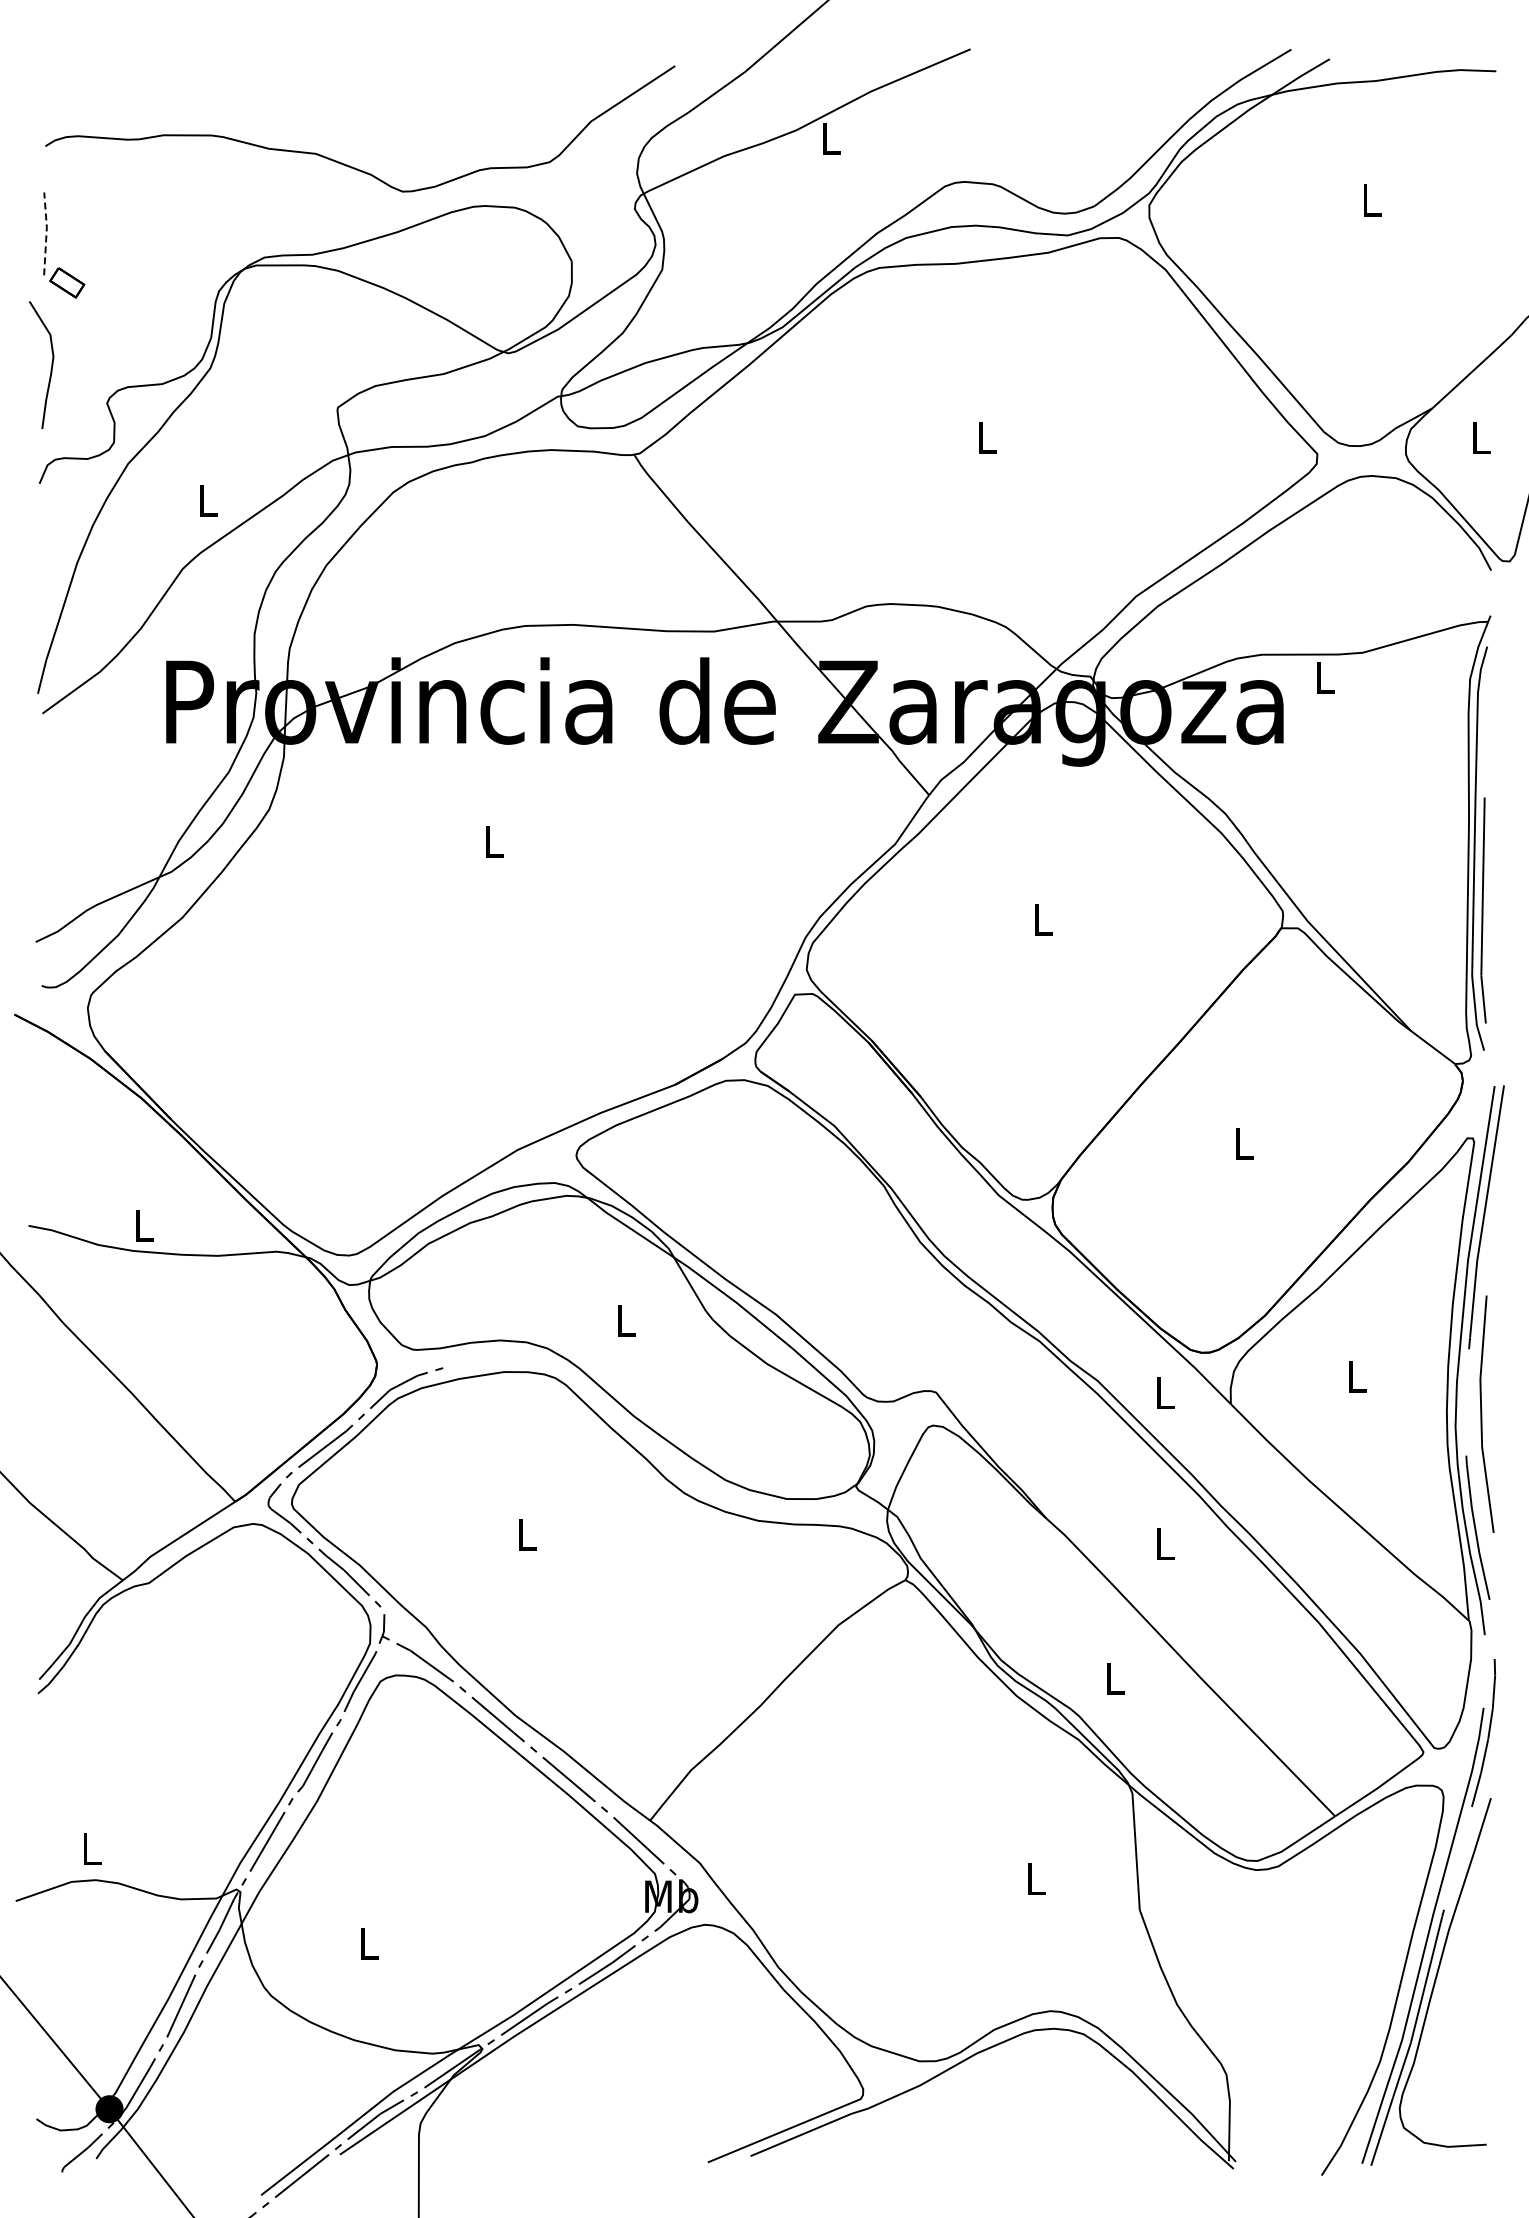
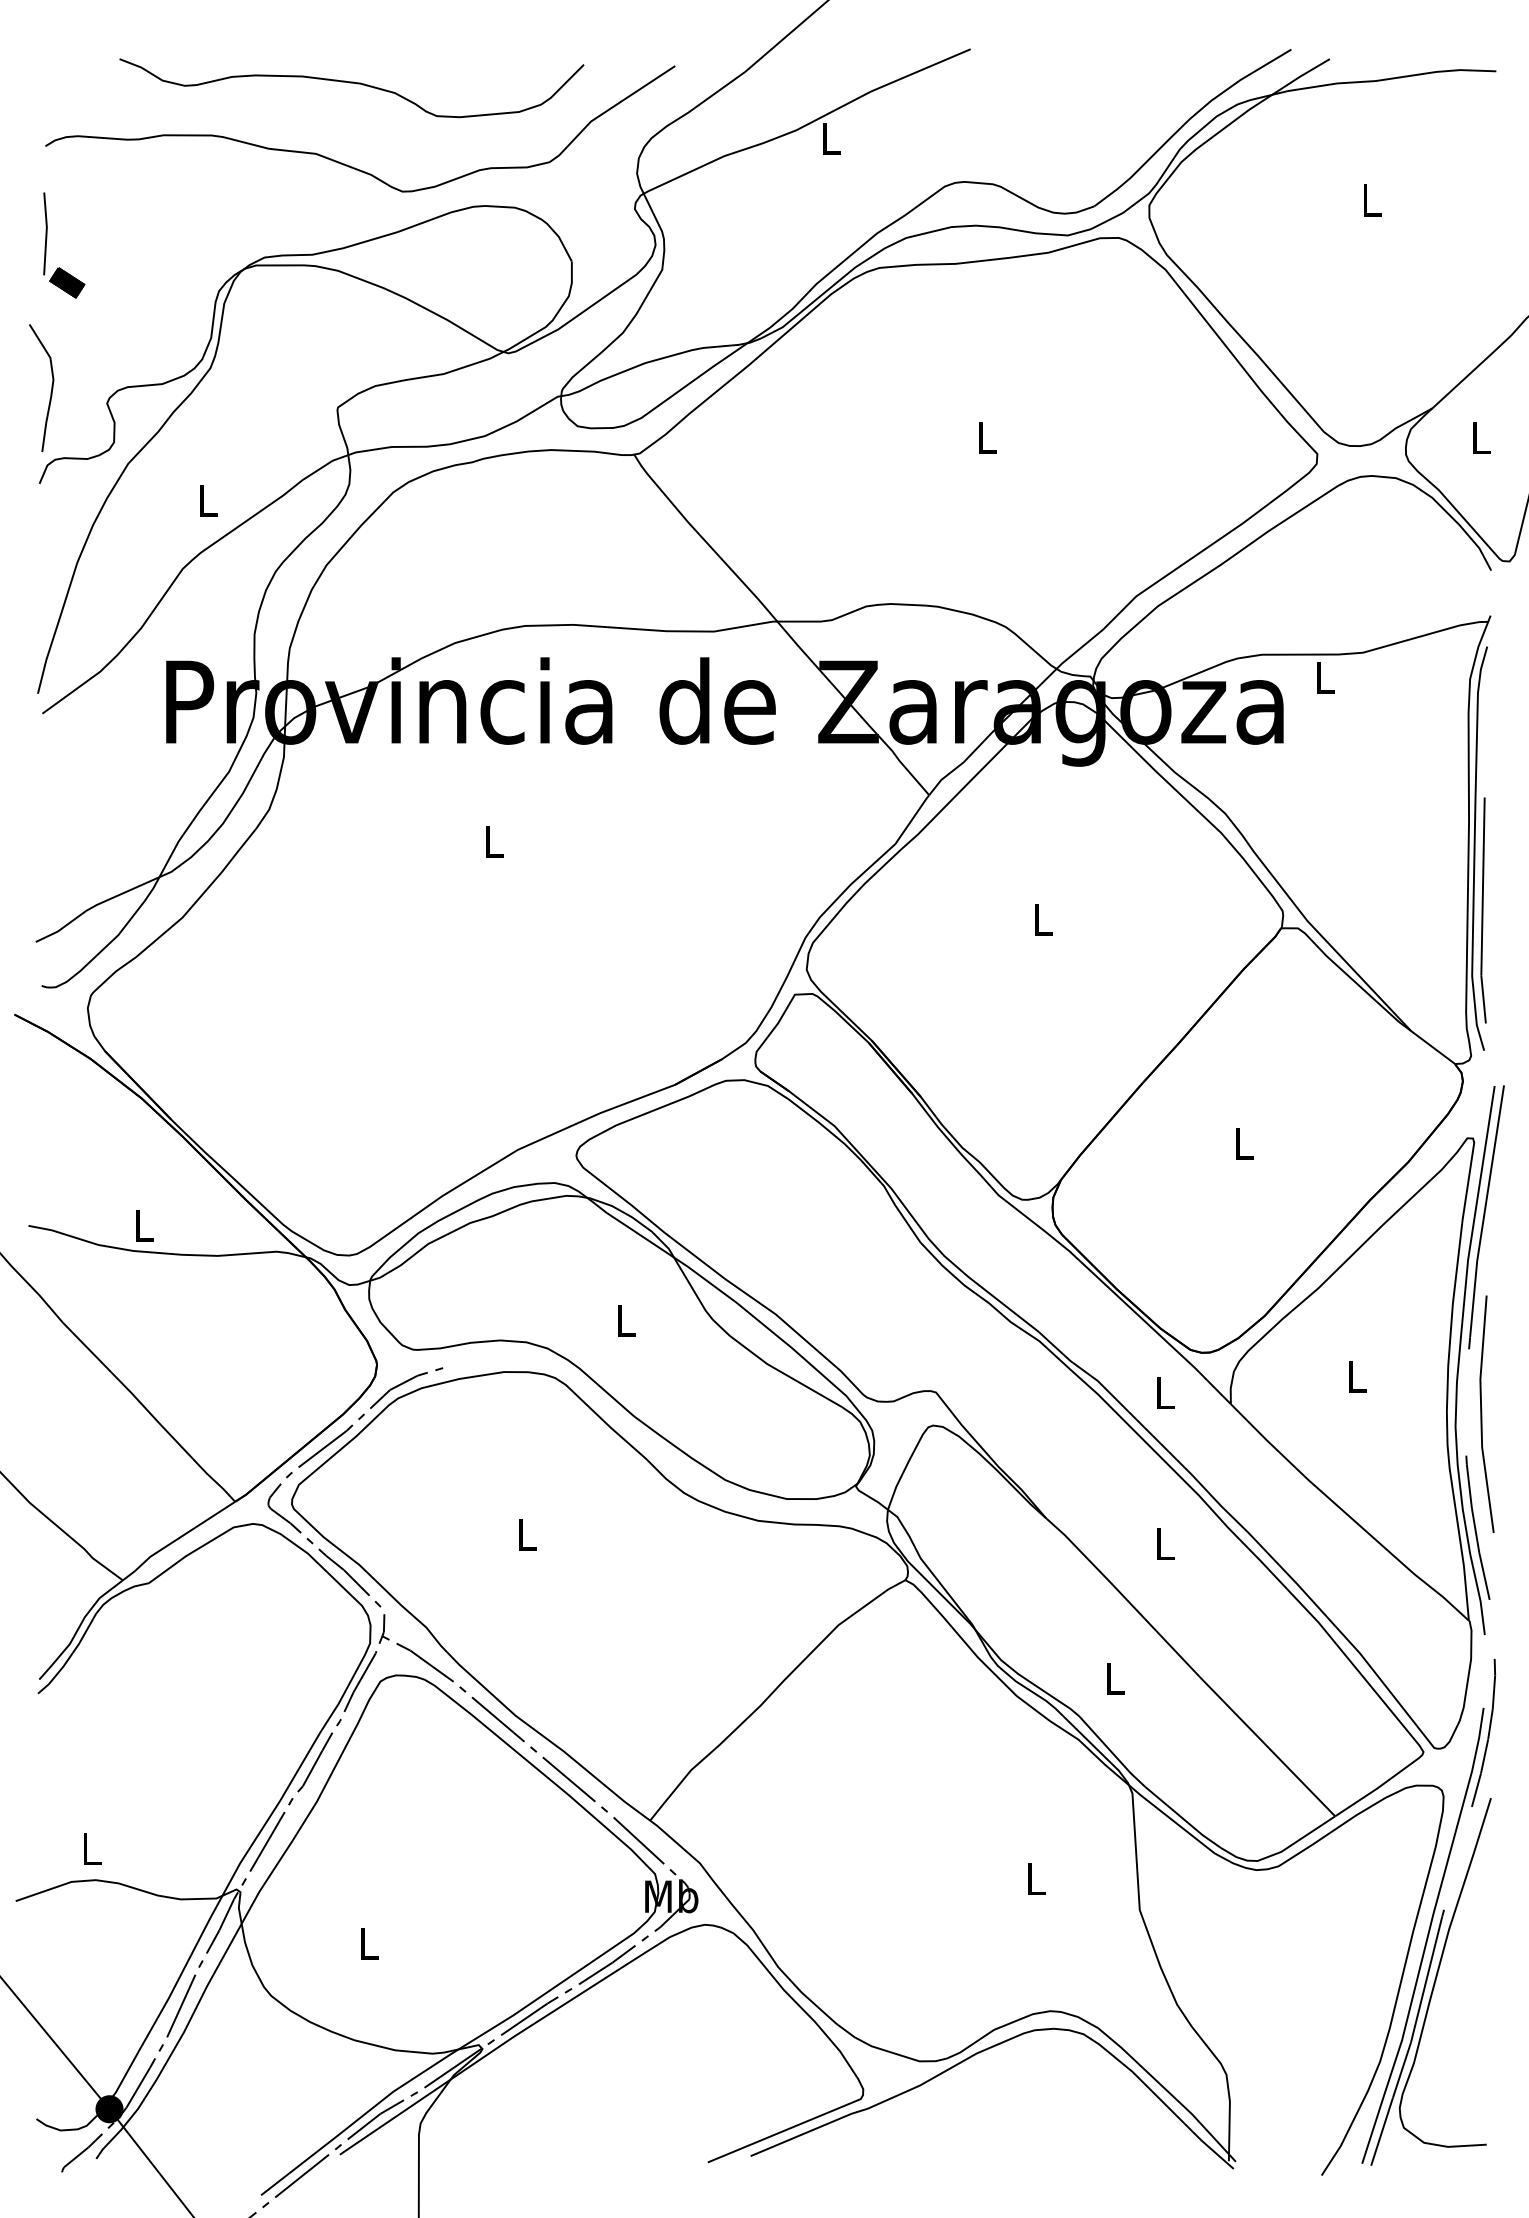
curve at (351, 83): none -> present
line at (46, 233): dashed -> solid
fill at (67, 282): none -> present
curve at (51, 364) position: (51, 364) -> (51, 387)
